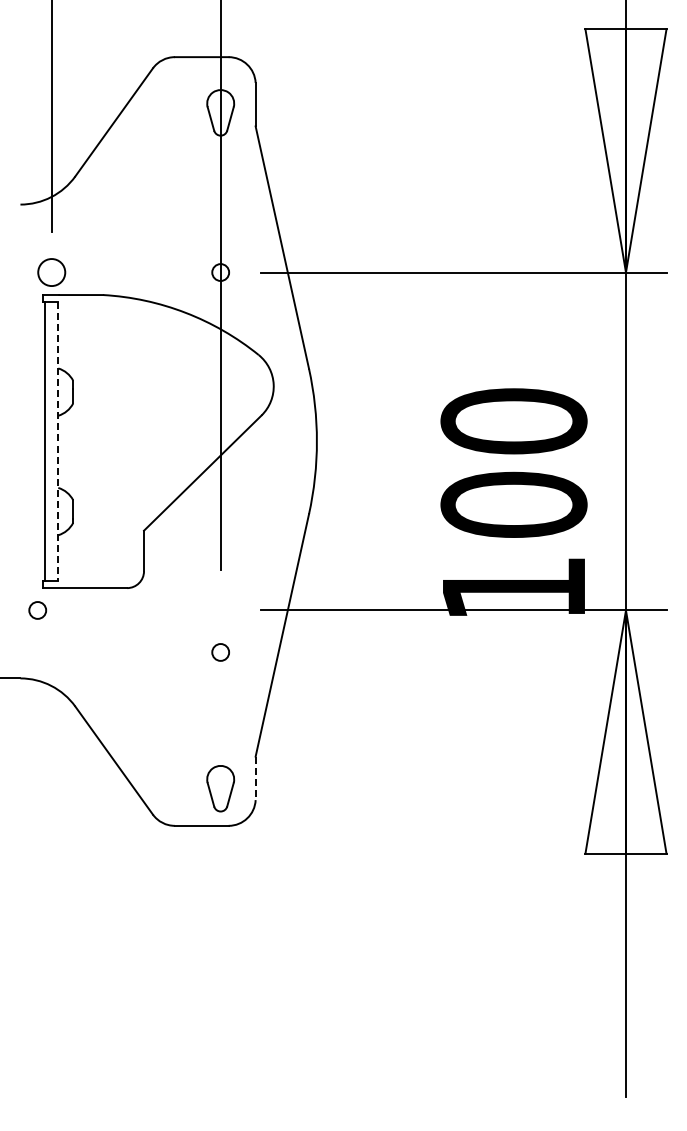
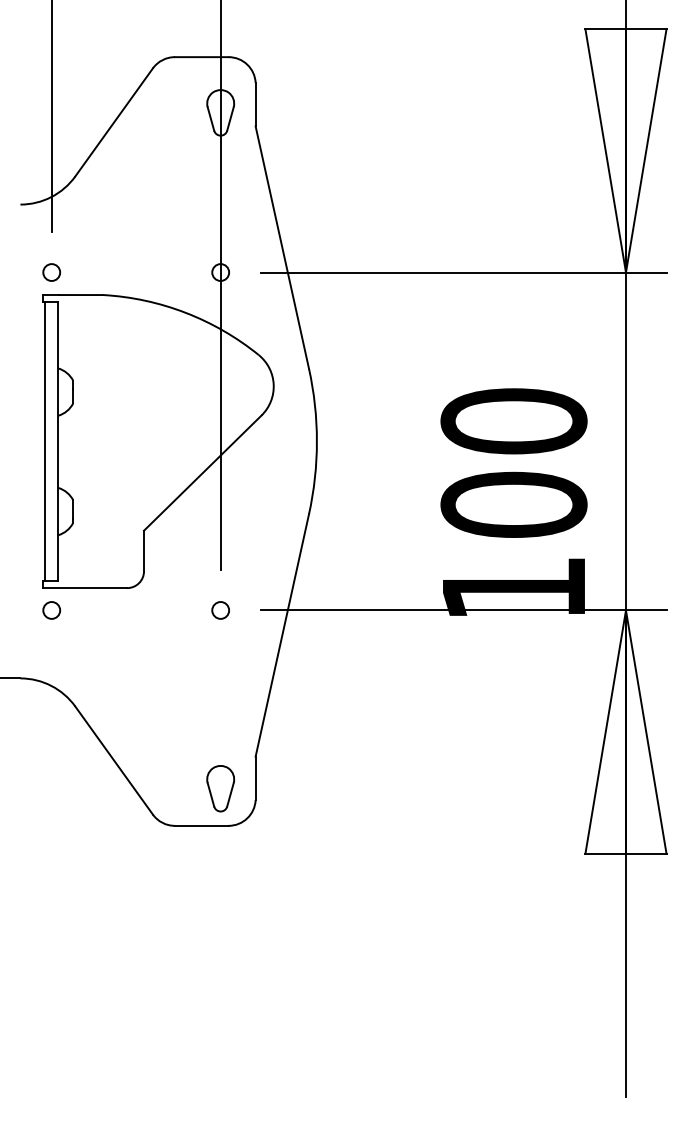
circle at (51, 272) diameter: 27 px -> 17 px
line at (58, 441): dashed -> solid
circle at (37, 610) position: (37, 610) -> (51, 610)
circle at (220, 652) position: (220, 652) -> (220, 610)
line at (255, 778): dashed -> solid
